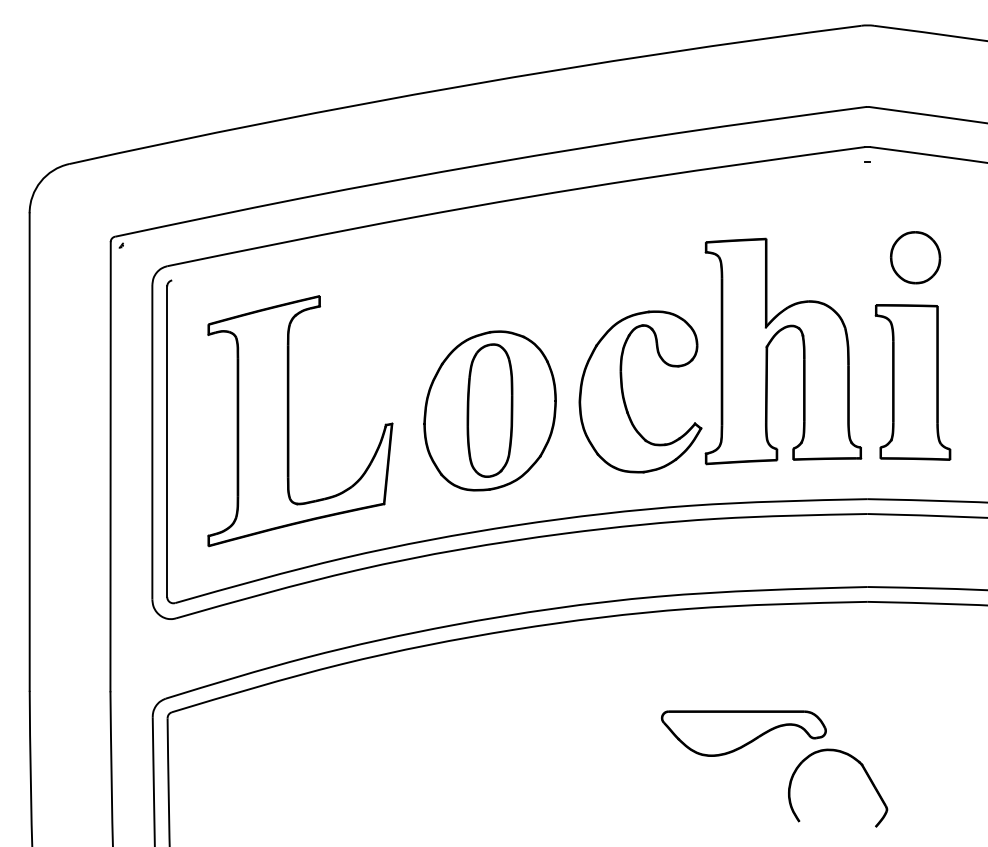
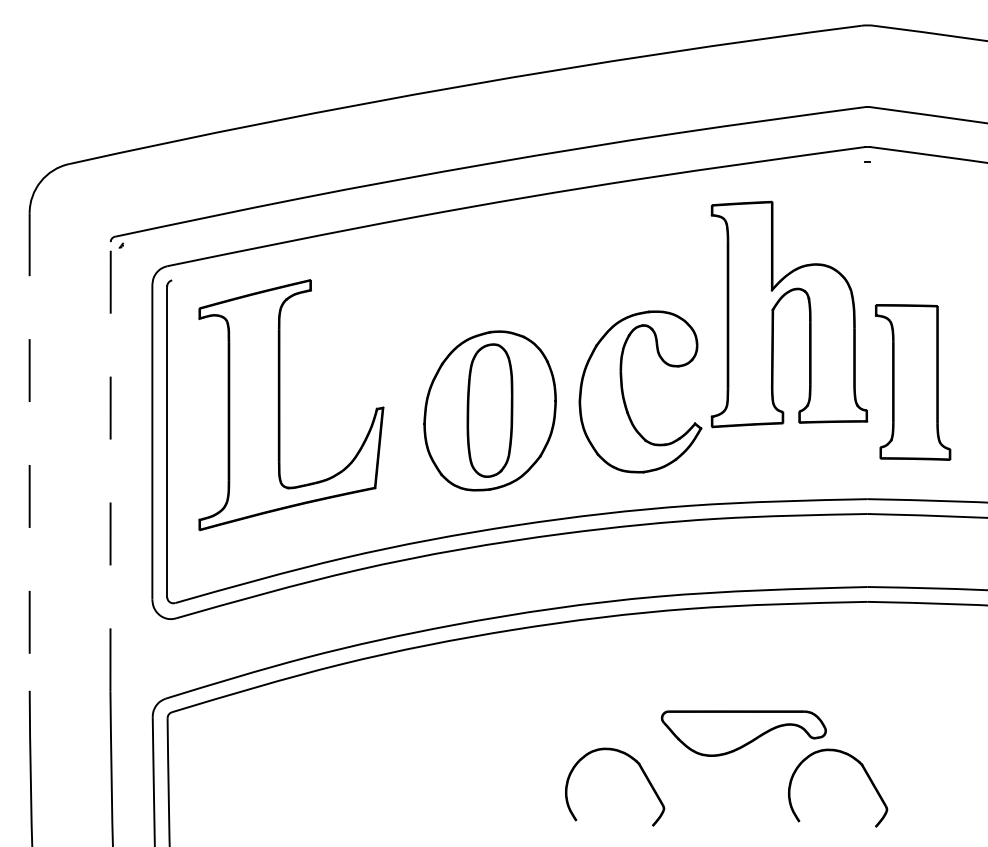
part at (915, 257): present -> none
part at (771, 342) position: (771, 342) -> (777, 305)
part at (289, 421) position: (289, 421) -> (280, 405)
line at (29, 452): solid -> dashed
line at (110, 466): solid -> dashed
part at (640, 769): none -> present
